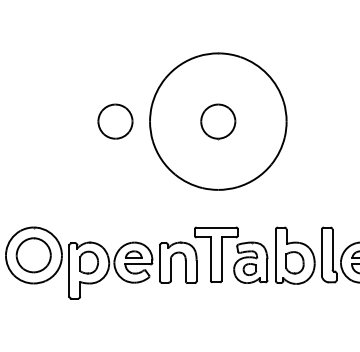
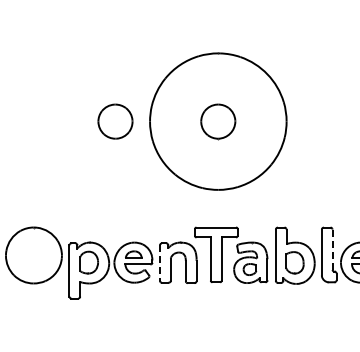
line at (332, 249): solid -> dashed
part at (33, 255): present -> none
line at (159, 263): solid -> dashed
